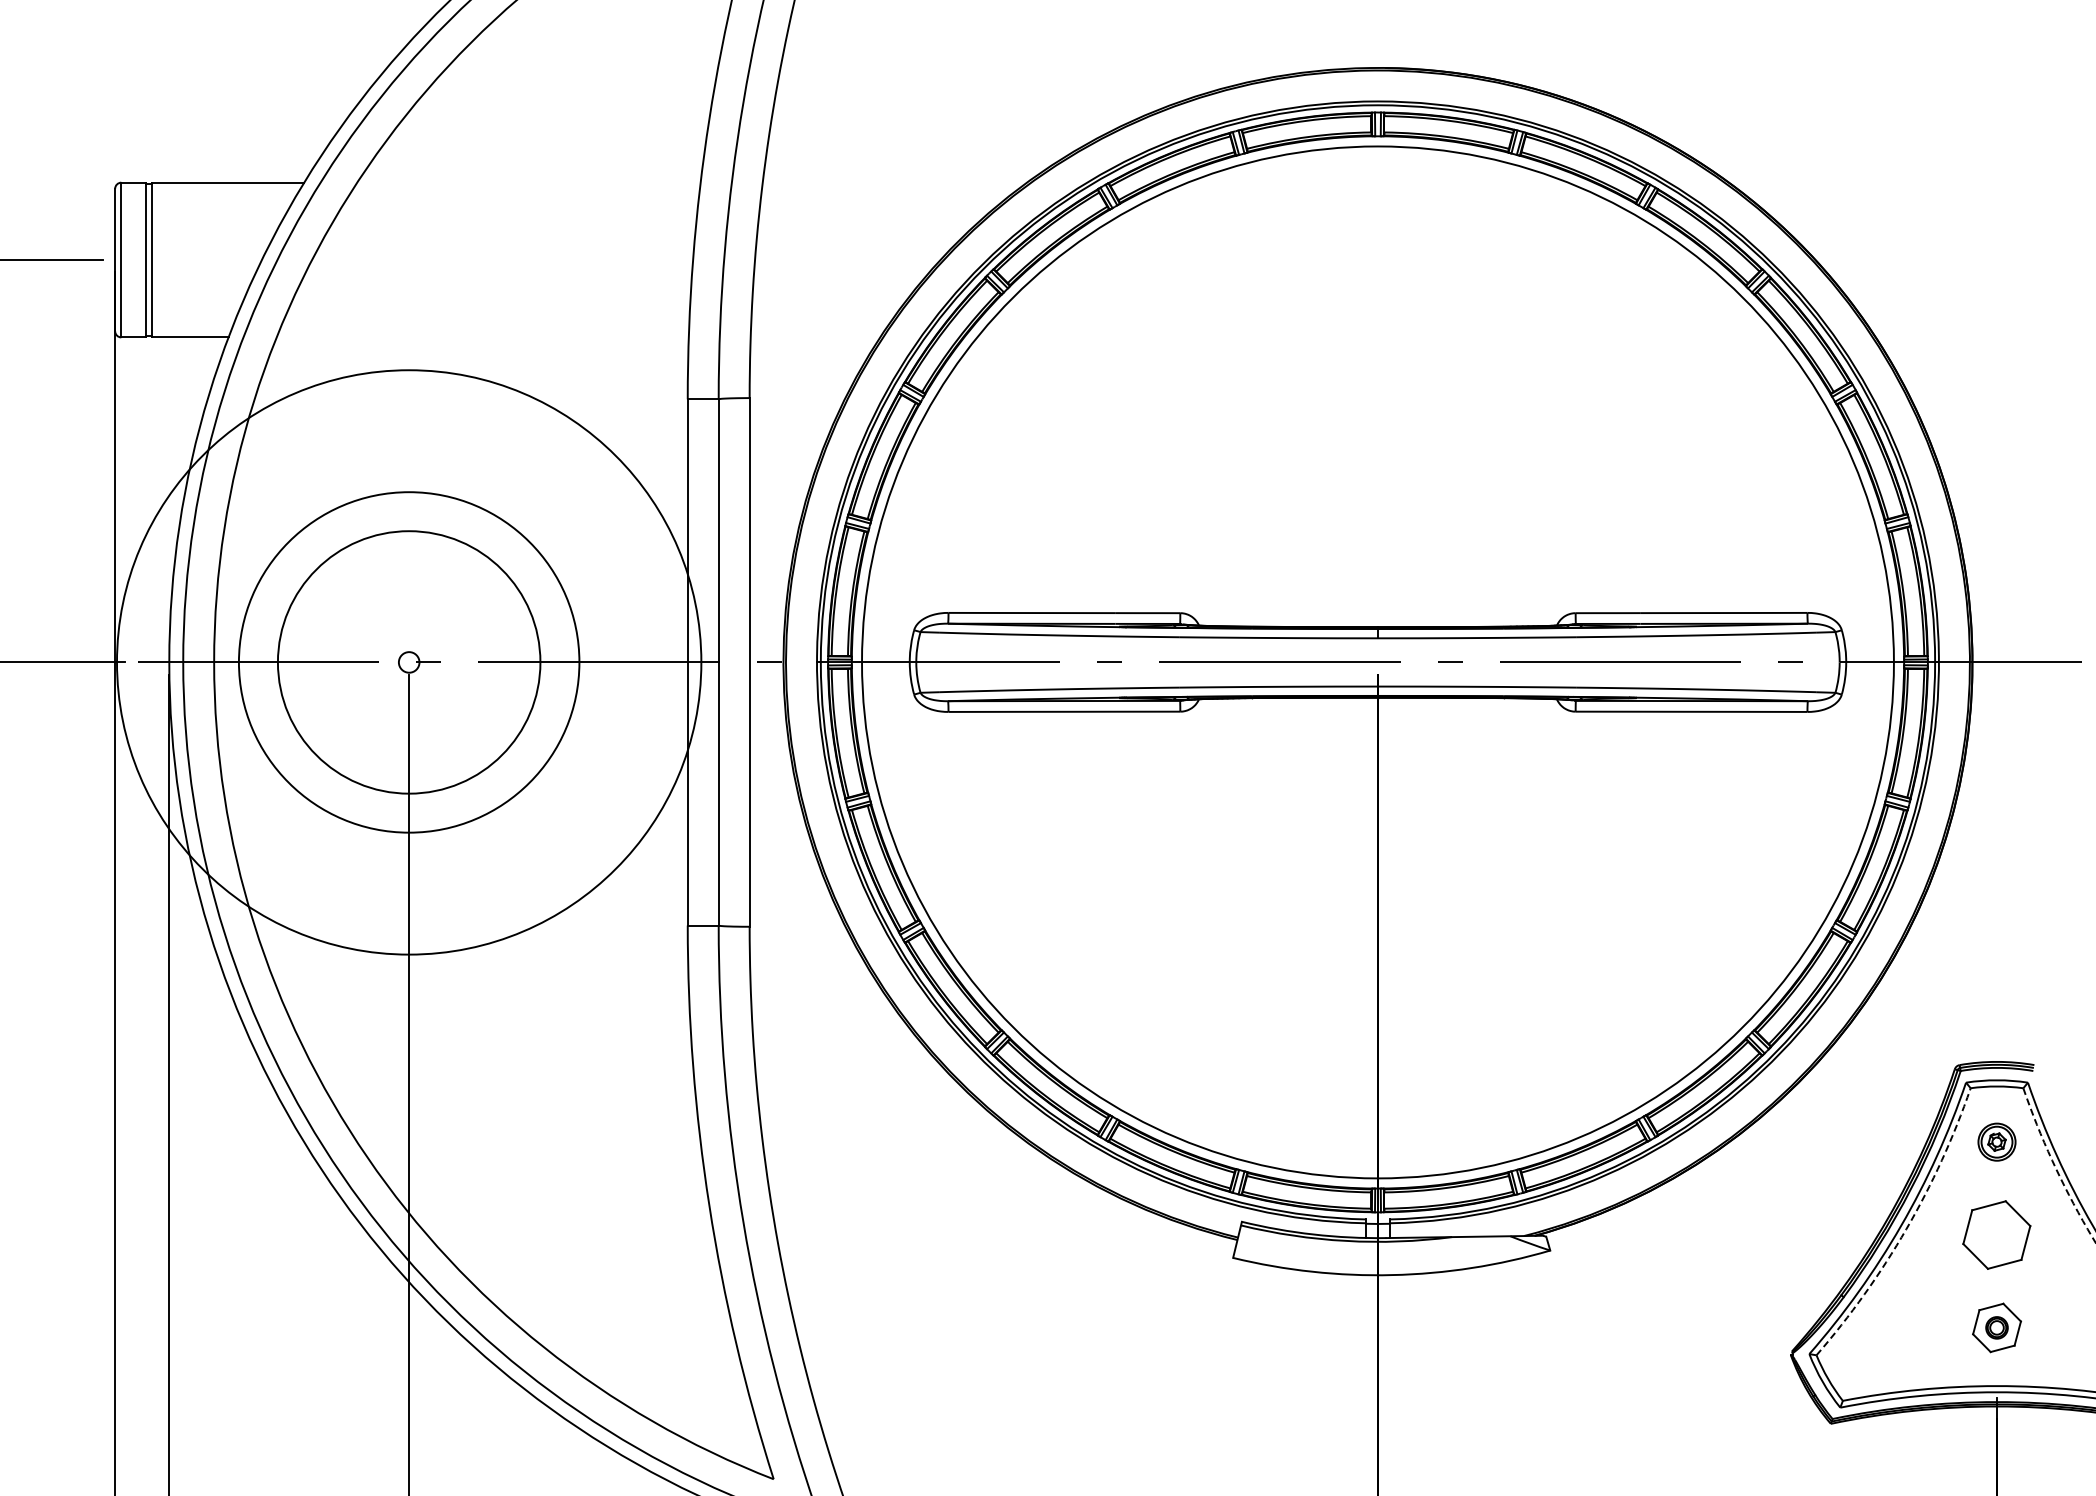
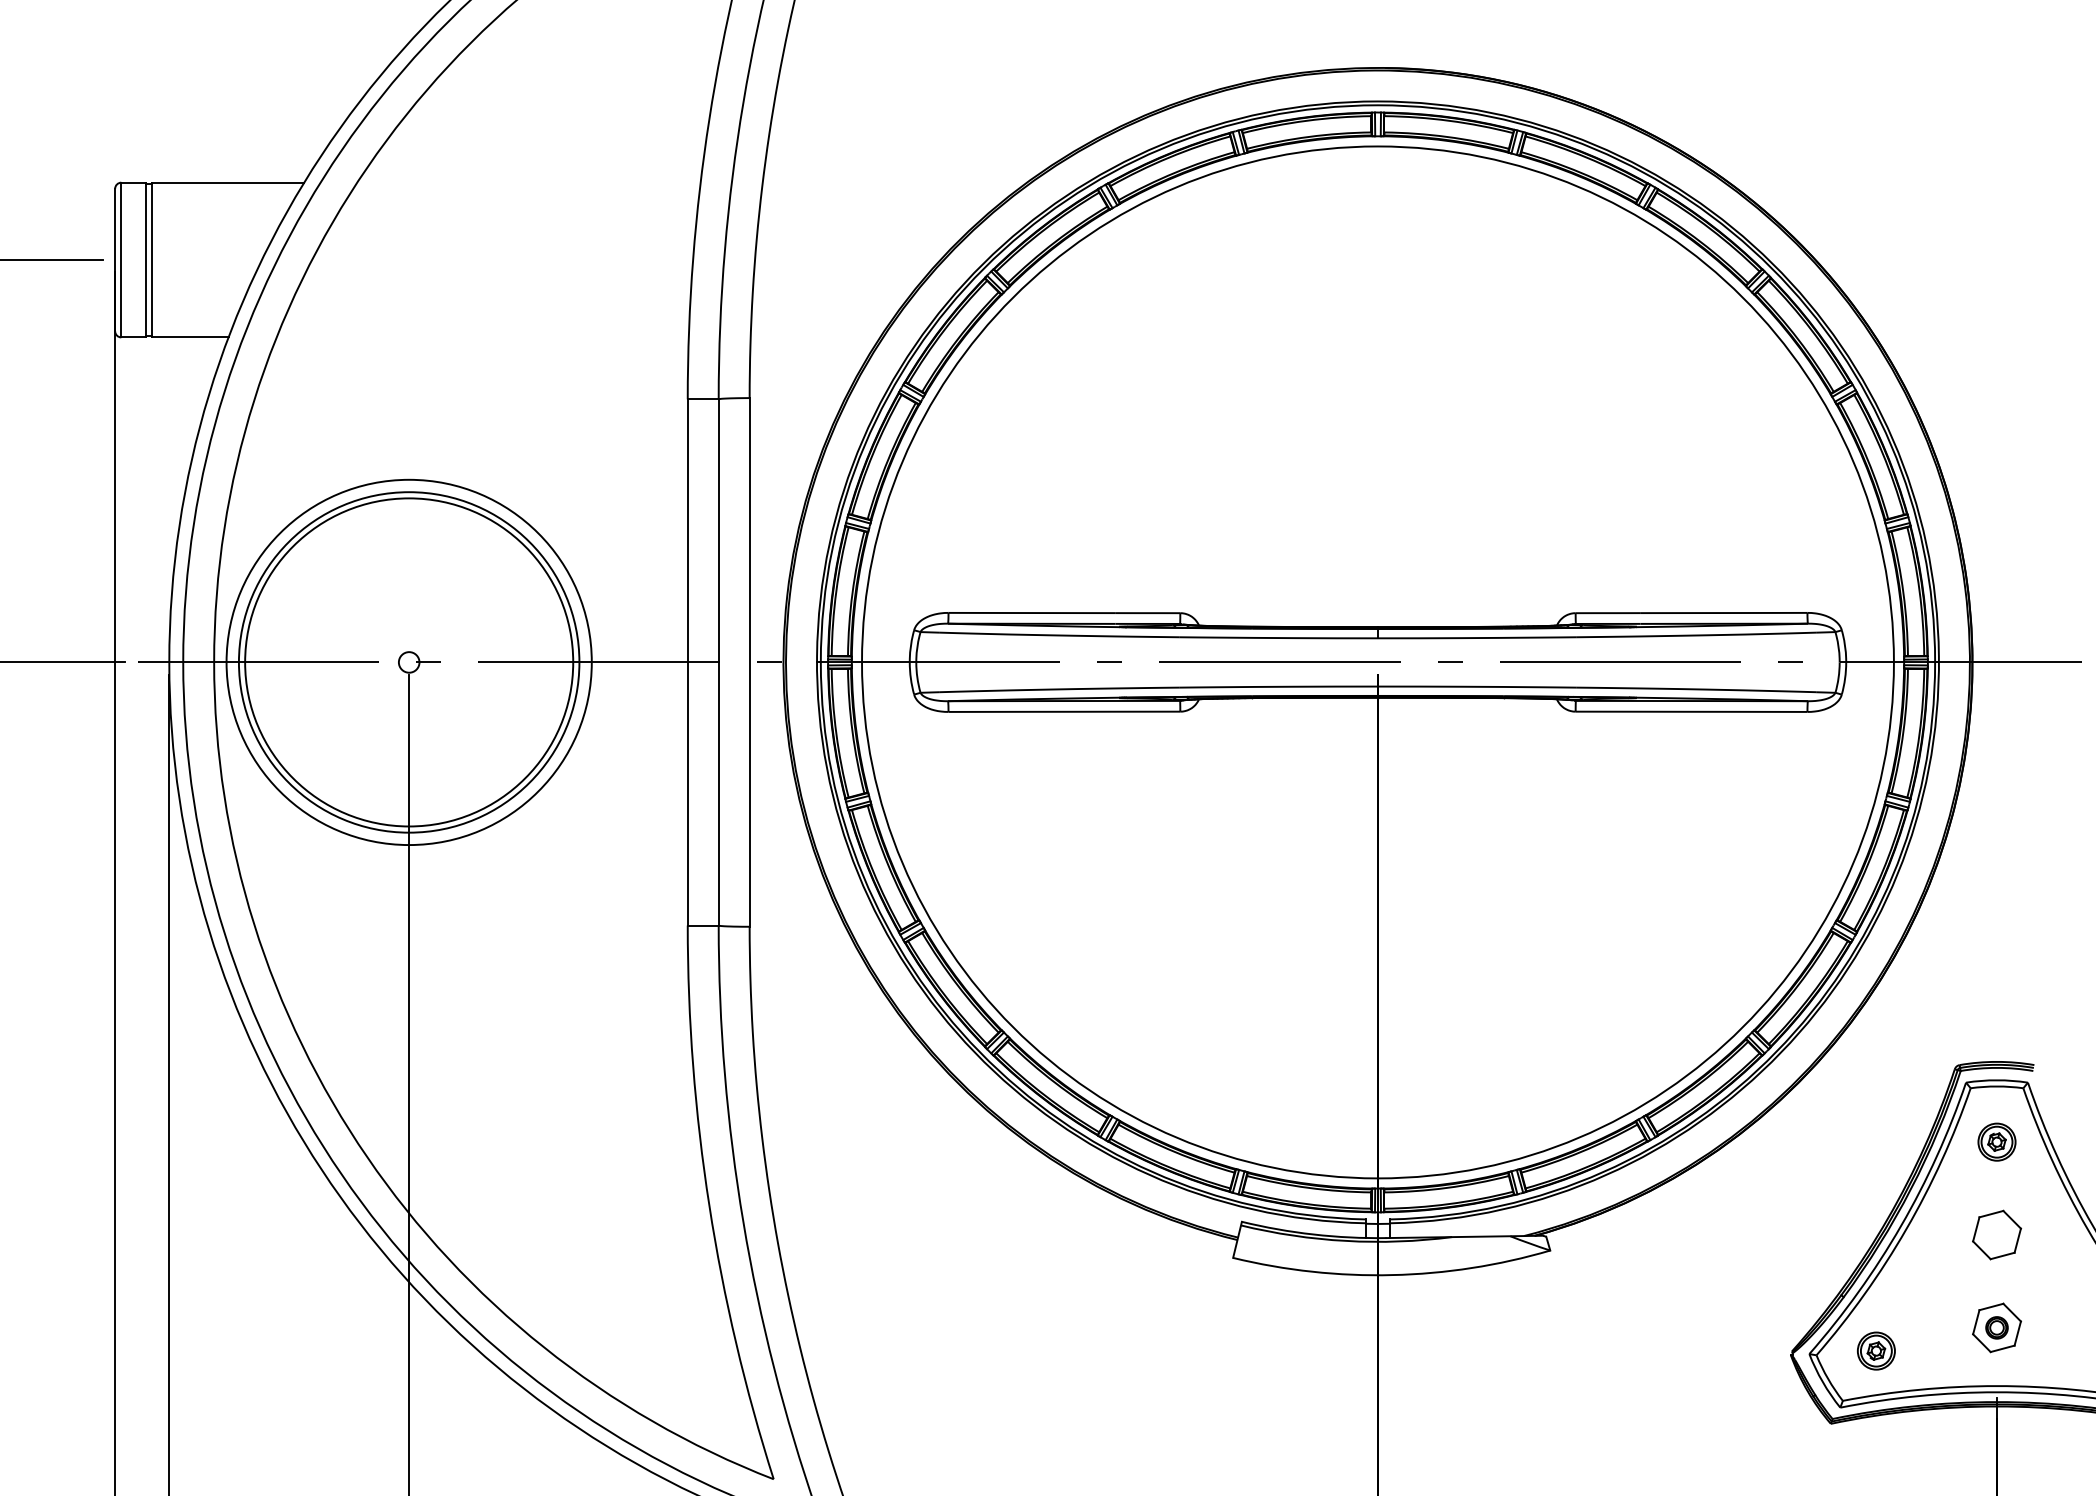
circle at (408, 662) diameter: 262 px -> 328 px
circle at (409, 662) diameter: 584 px -> 365 px
arc at (2055, 1167): dashed -> solid
arc at (1906, 1229): dashed -> solid
part at (1996, 1234) size: 70x70 px -> 51x52 px
part at (1876, 1350): none -> present
